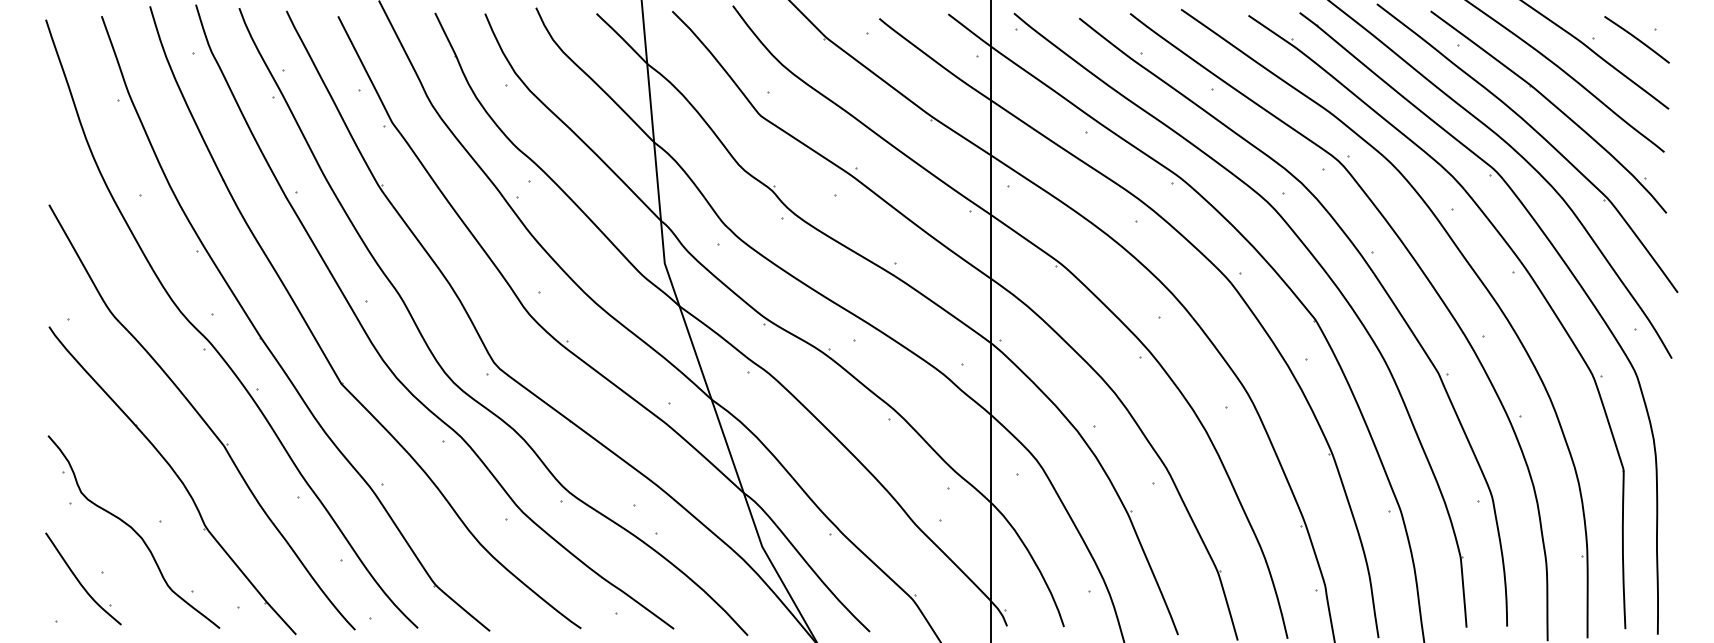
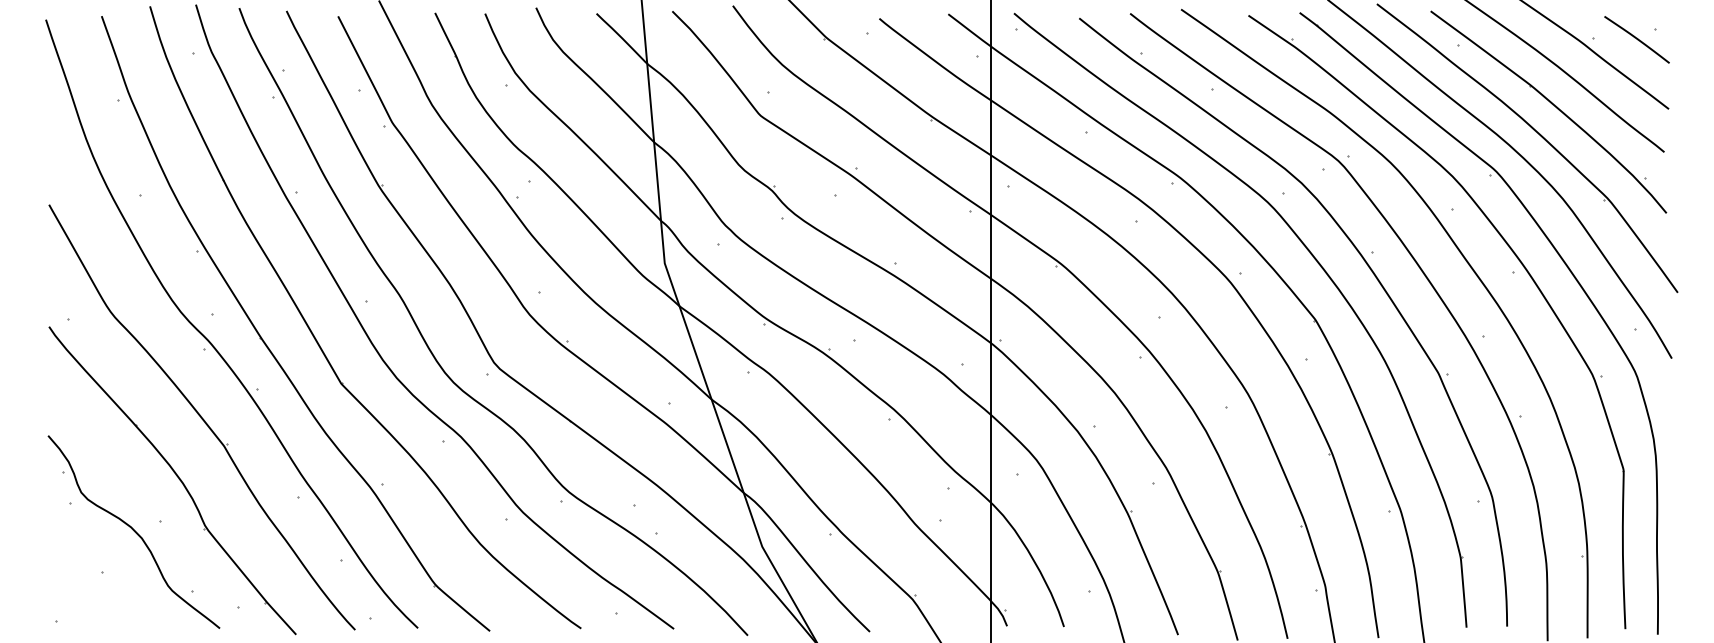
part at (83, 578): present -> none
